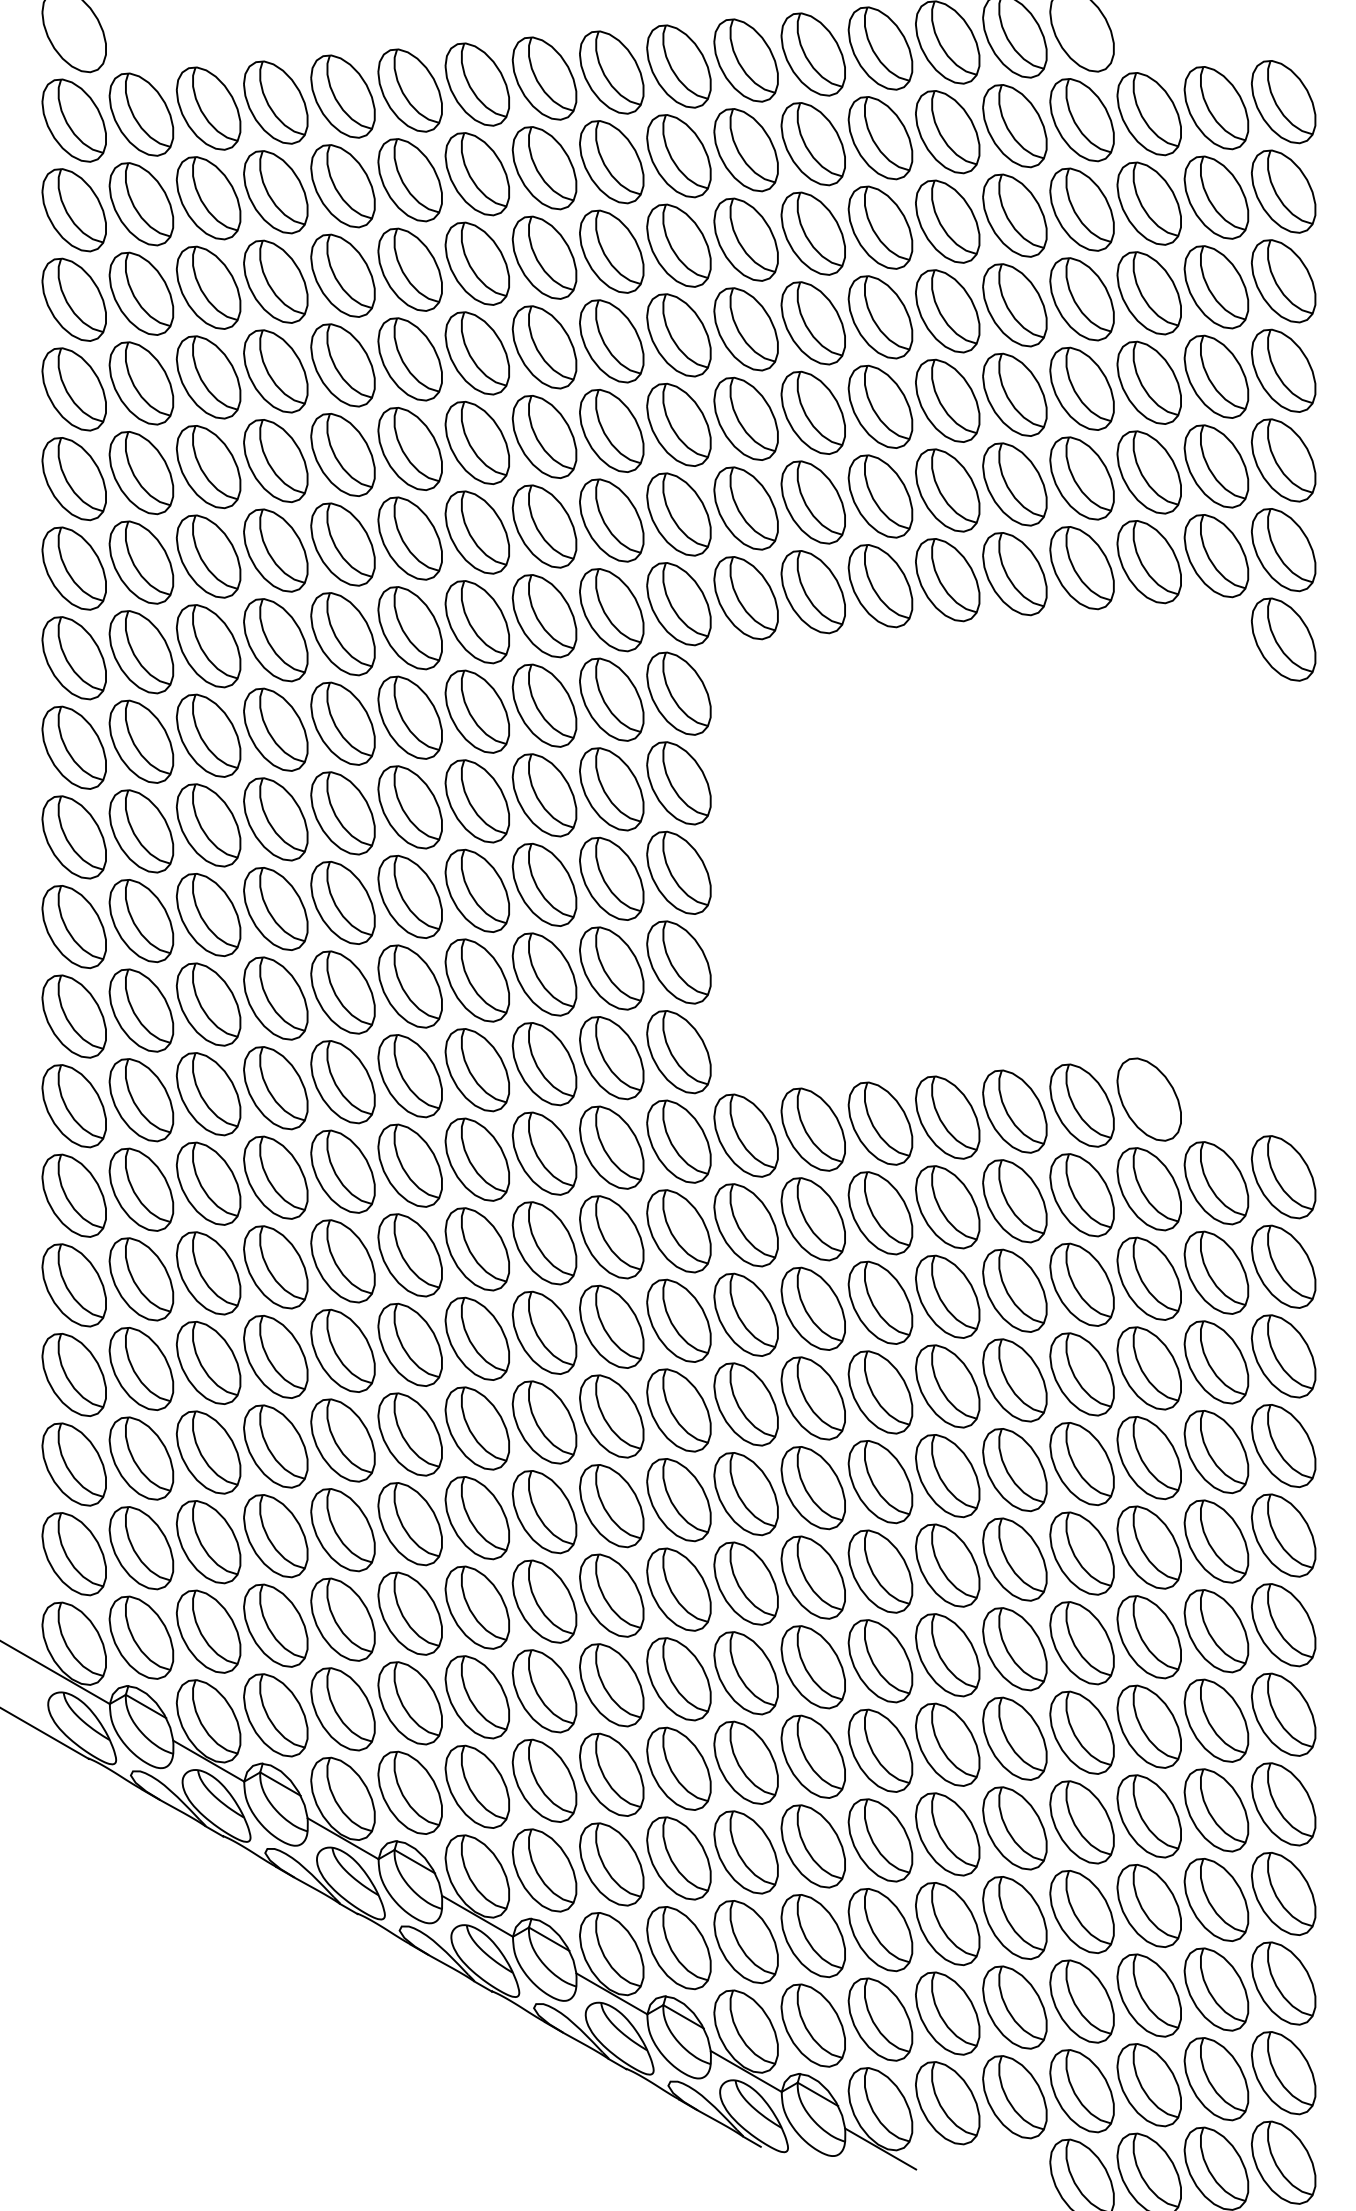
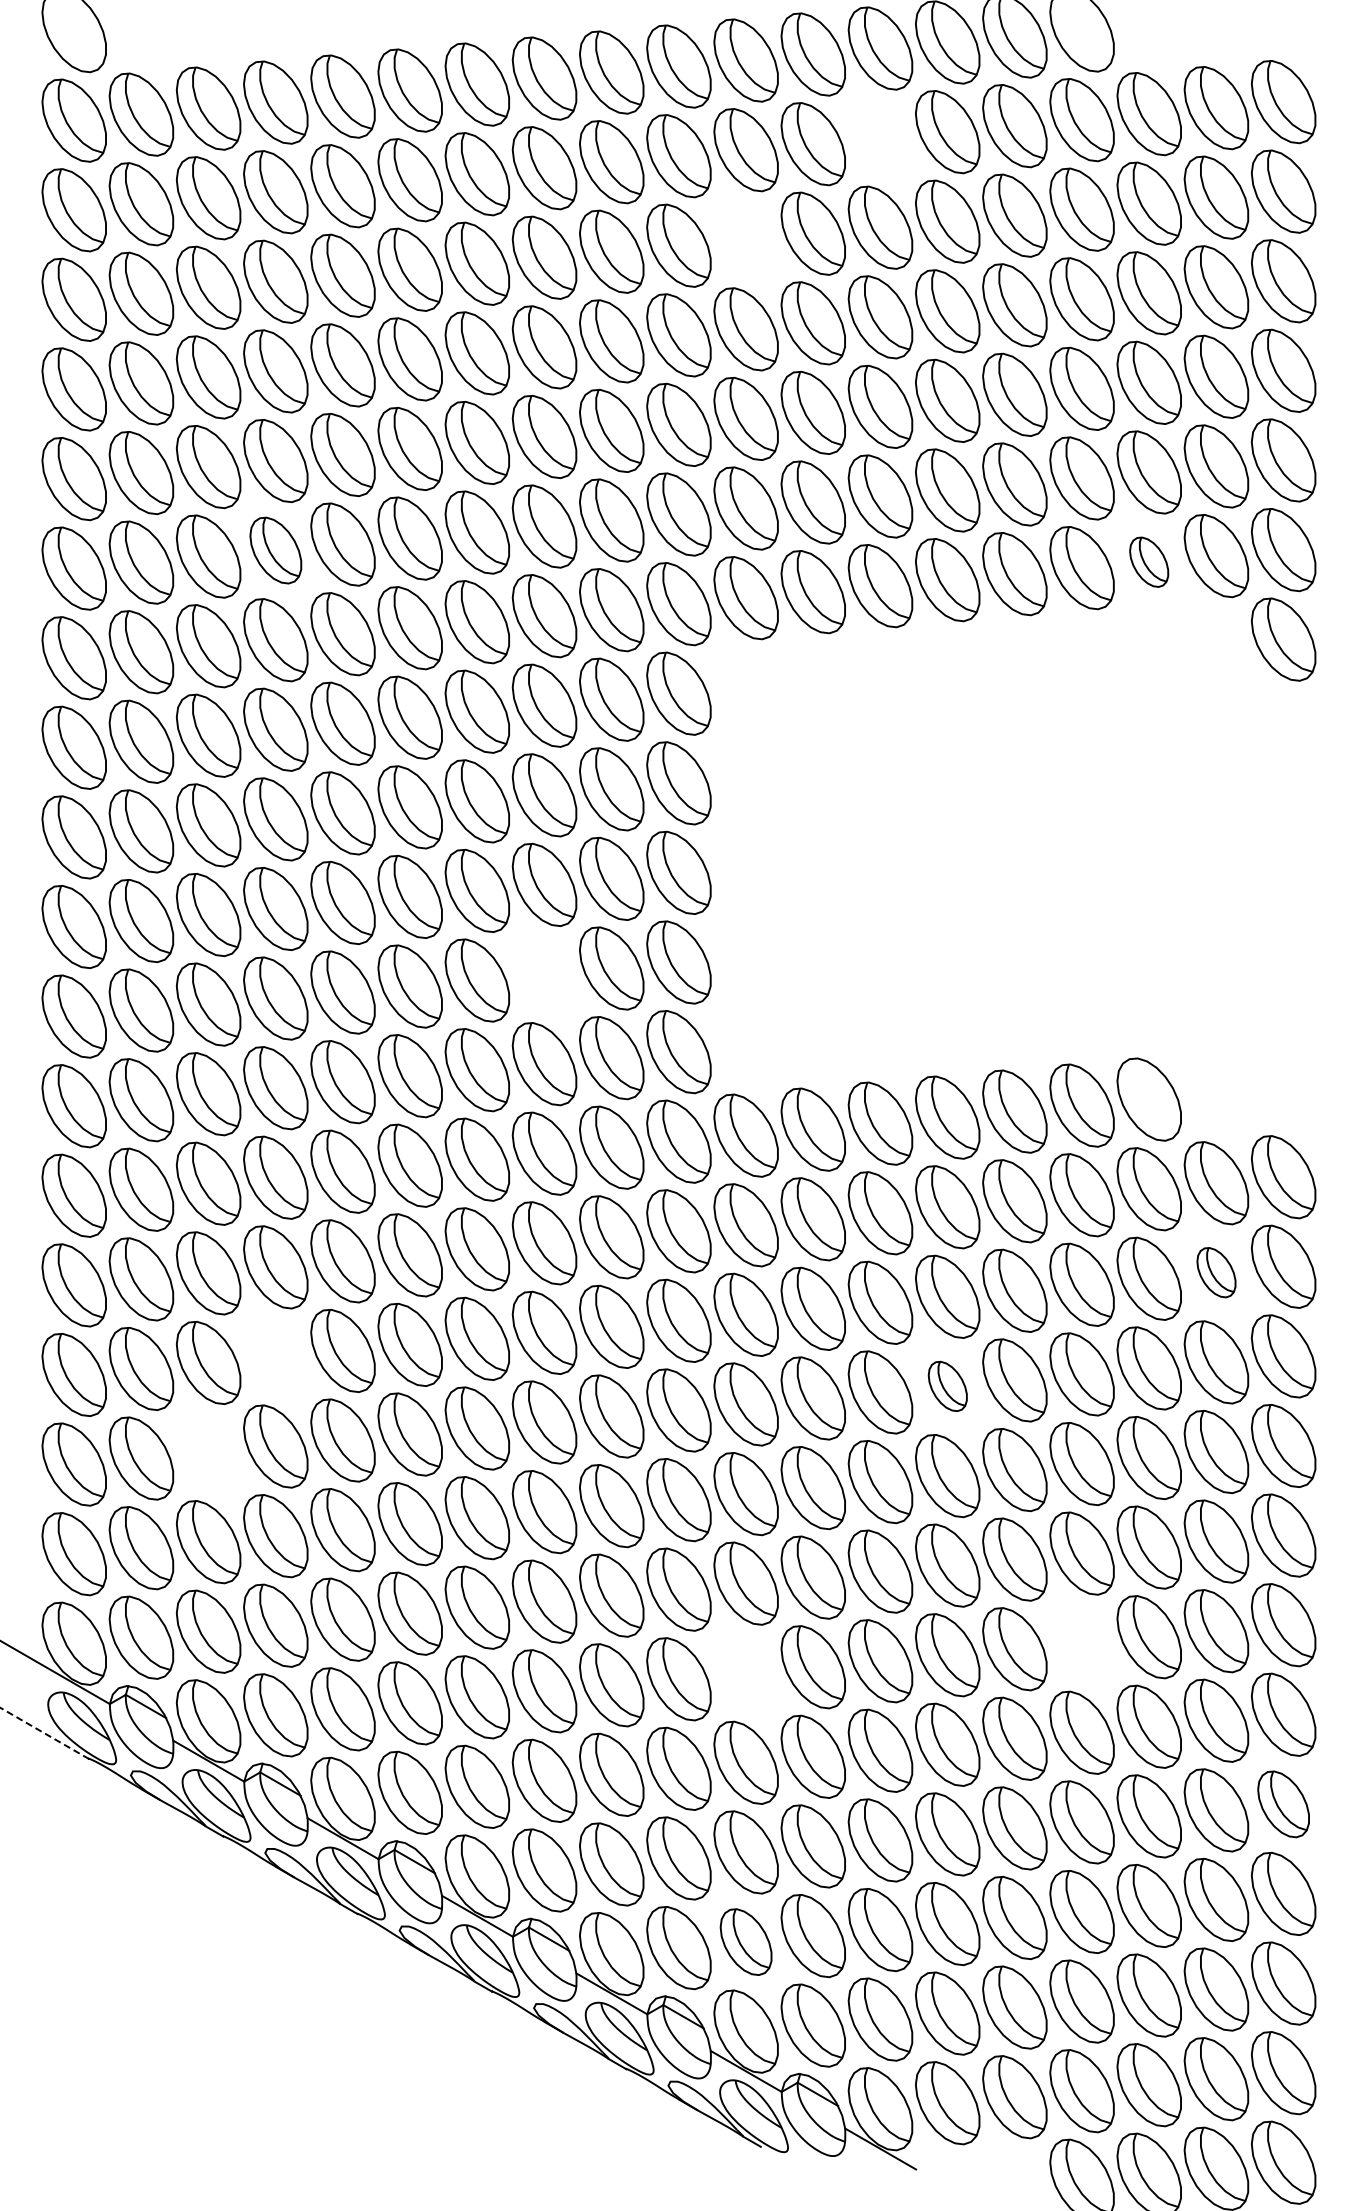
part at (880, 138): present -> none
part at (745, 239): present -> none
part at (275, 550) size: 66x85 px -> 54x69 px
part at (1148, 562) size: 66x85 px -> 41x52 px
part at (544, 974): present -> none
part at (1216, 1272) size: 67x85 px -> 41x52 px
part at (275, 1356): present -> none
part at (947, 1386) size: 66x85 px -> 41x53 px
part at (208, 1452): present -> none
part at (1081, 1643): present -> none
part at (745, 1673): present -> none
line at (44, 1733): solid -> dashed
part at (1283, 1804) size: 67x85 px -> 53x69 px
part at (745, 1942) size: 66x85 px -> 54x68 px
